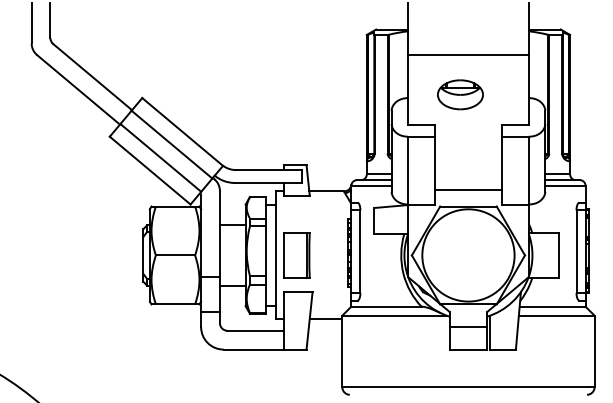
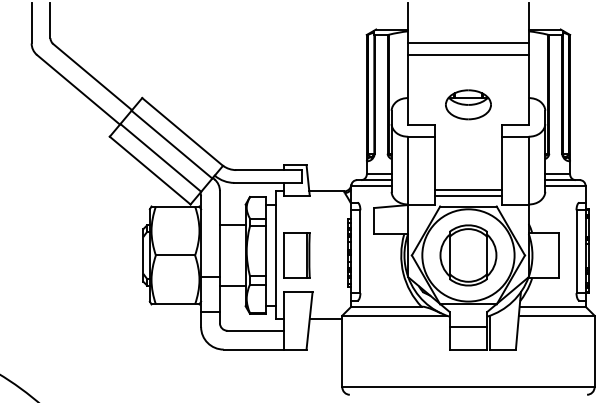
line at (468, 43): none -> present
part at (460, 94) position: (460, 94) -> (468, 104)
line at (468, 196): none -> present
part at (468, 255): none -> present
